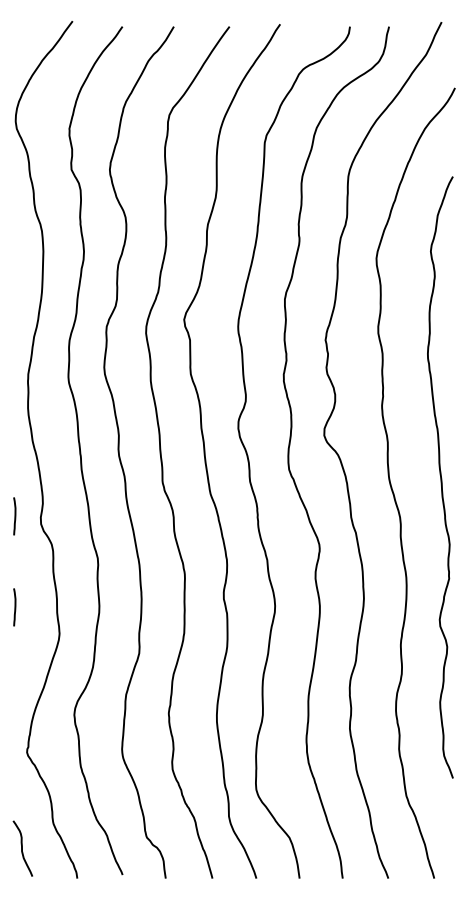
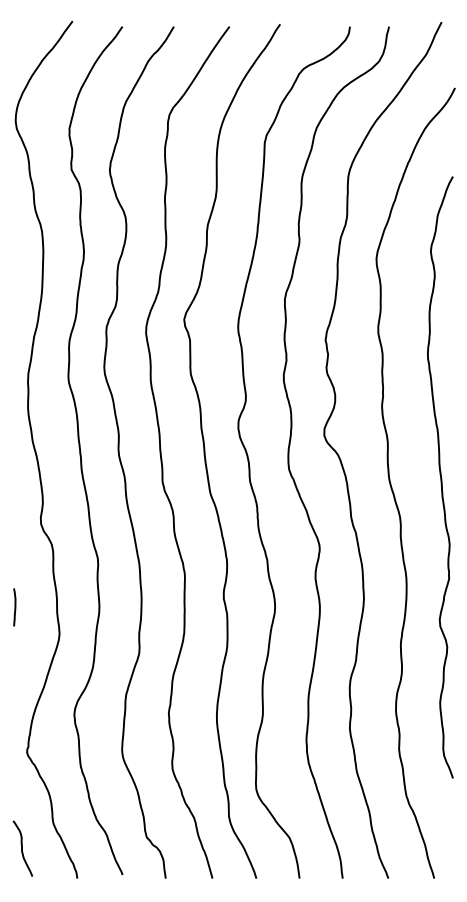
line at (14, 516): present -> none
